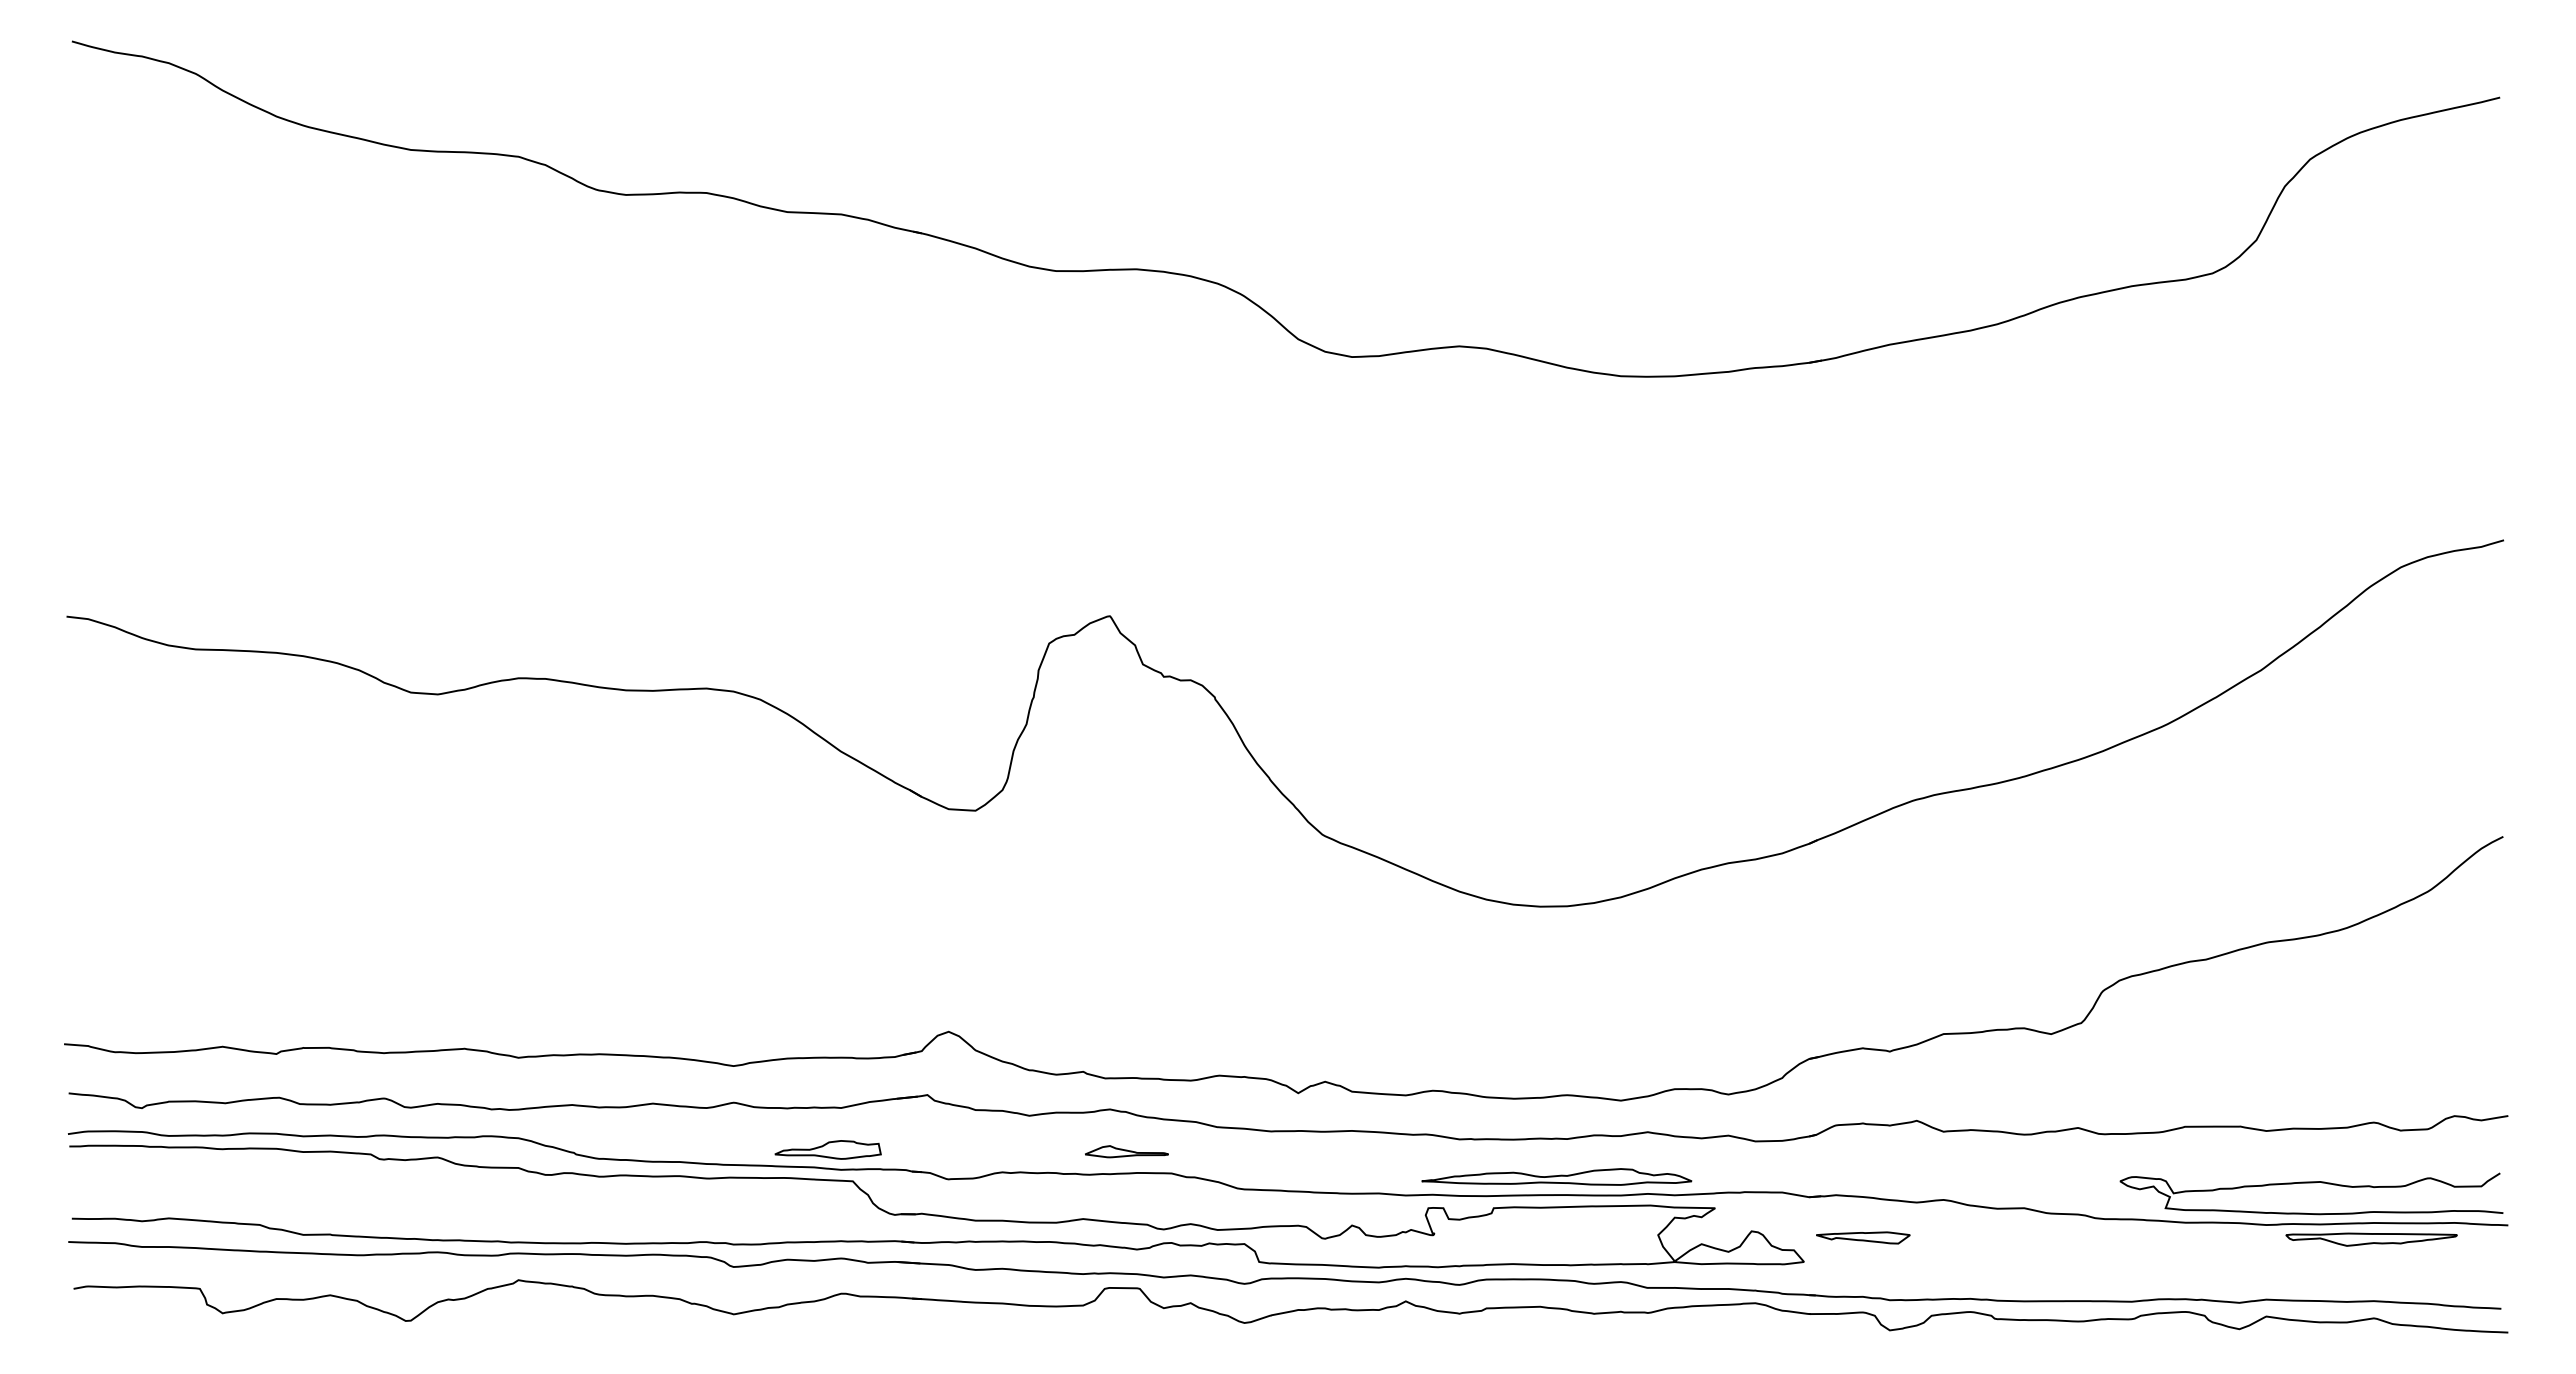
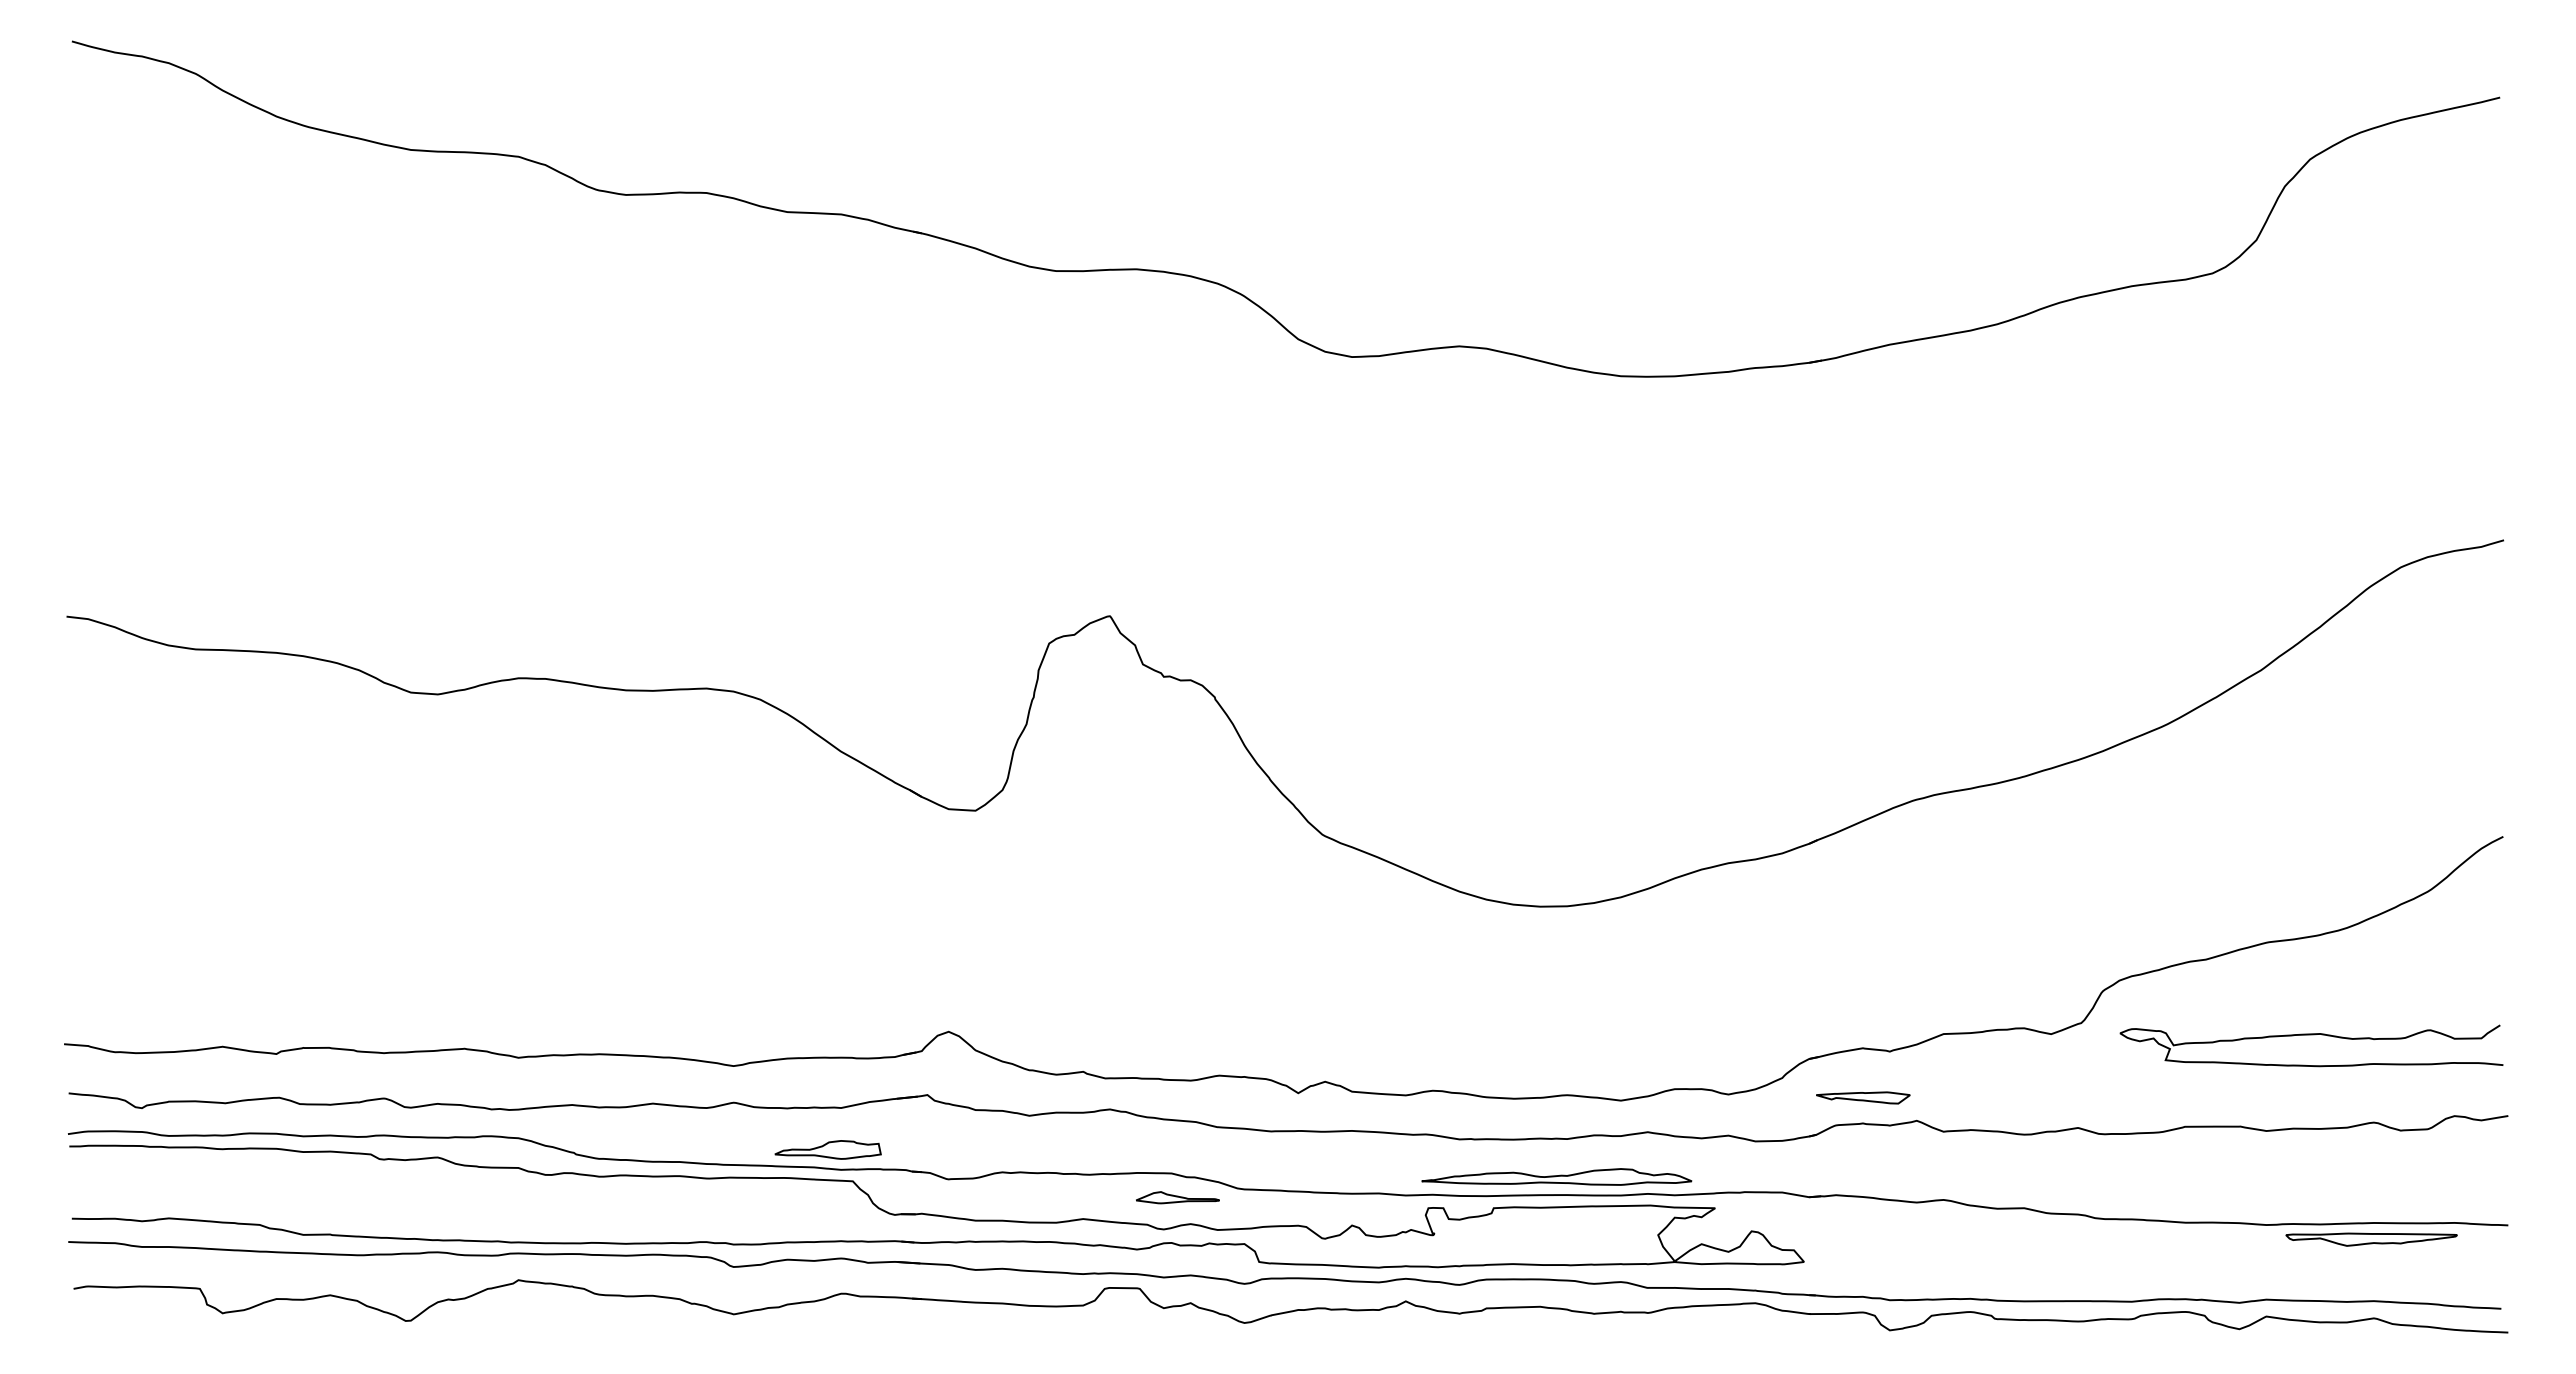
part at (1126, 1151) position: (1126, 1151) -> (1177, 1197)
curve at (2311, 1183) position: (2311, 1183) -> (2311, 1035)
part at (1863, 1237) position: (1863, 1237) -> (1863, 1097)
